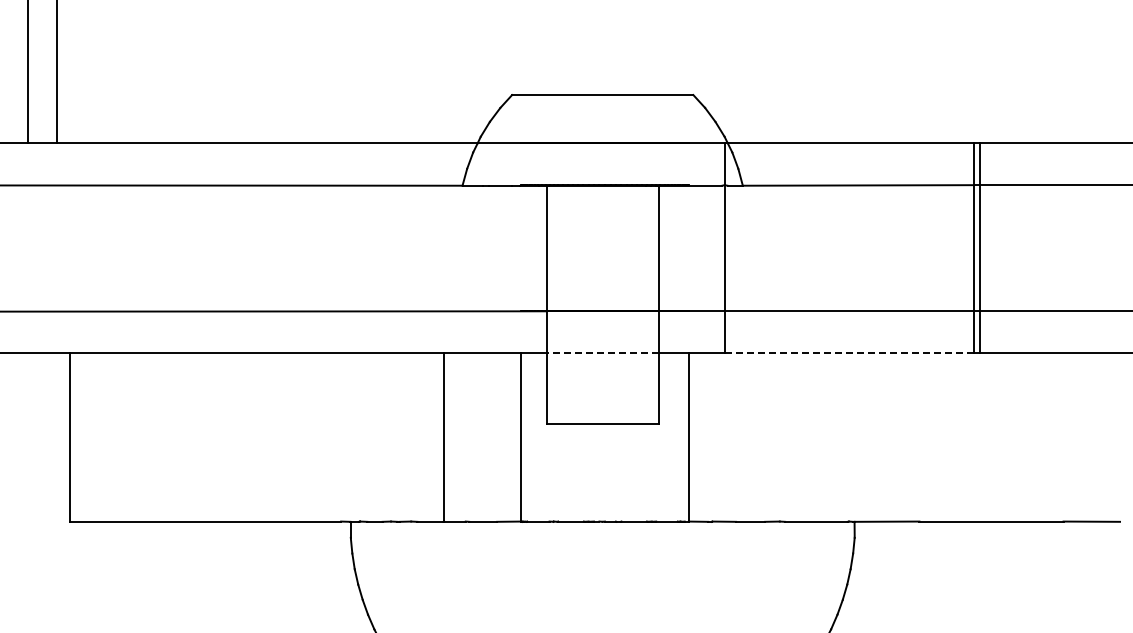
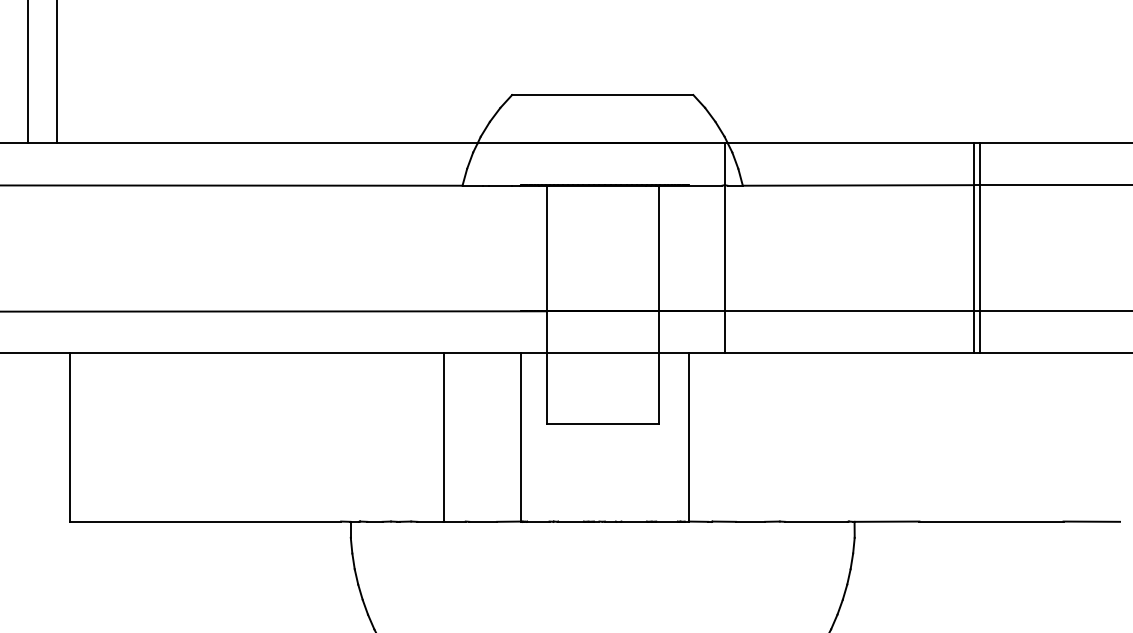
line at (602, 353): dashed -> solid
line at (849, 353): dashed -> solid
